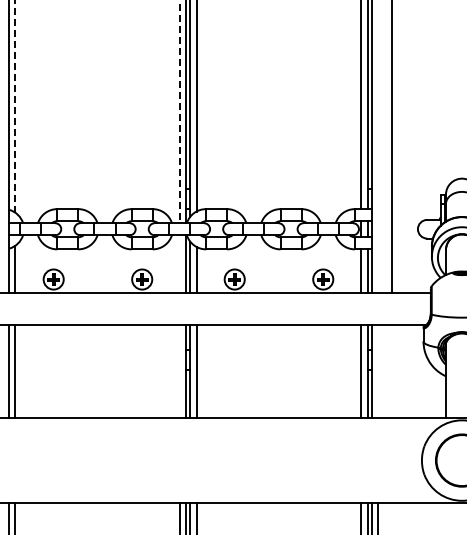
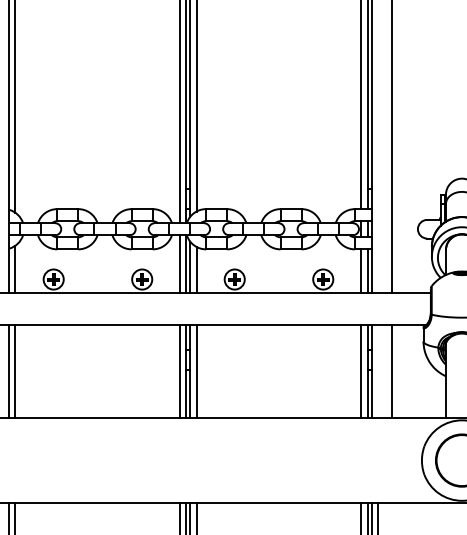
line at (15, 106): dashed -> solid
line at (180, 112): dashed -> solid
line at (180, 264): none -> present
line at (180, 371): none -> present
line at (391, 371): none -> present
